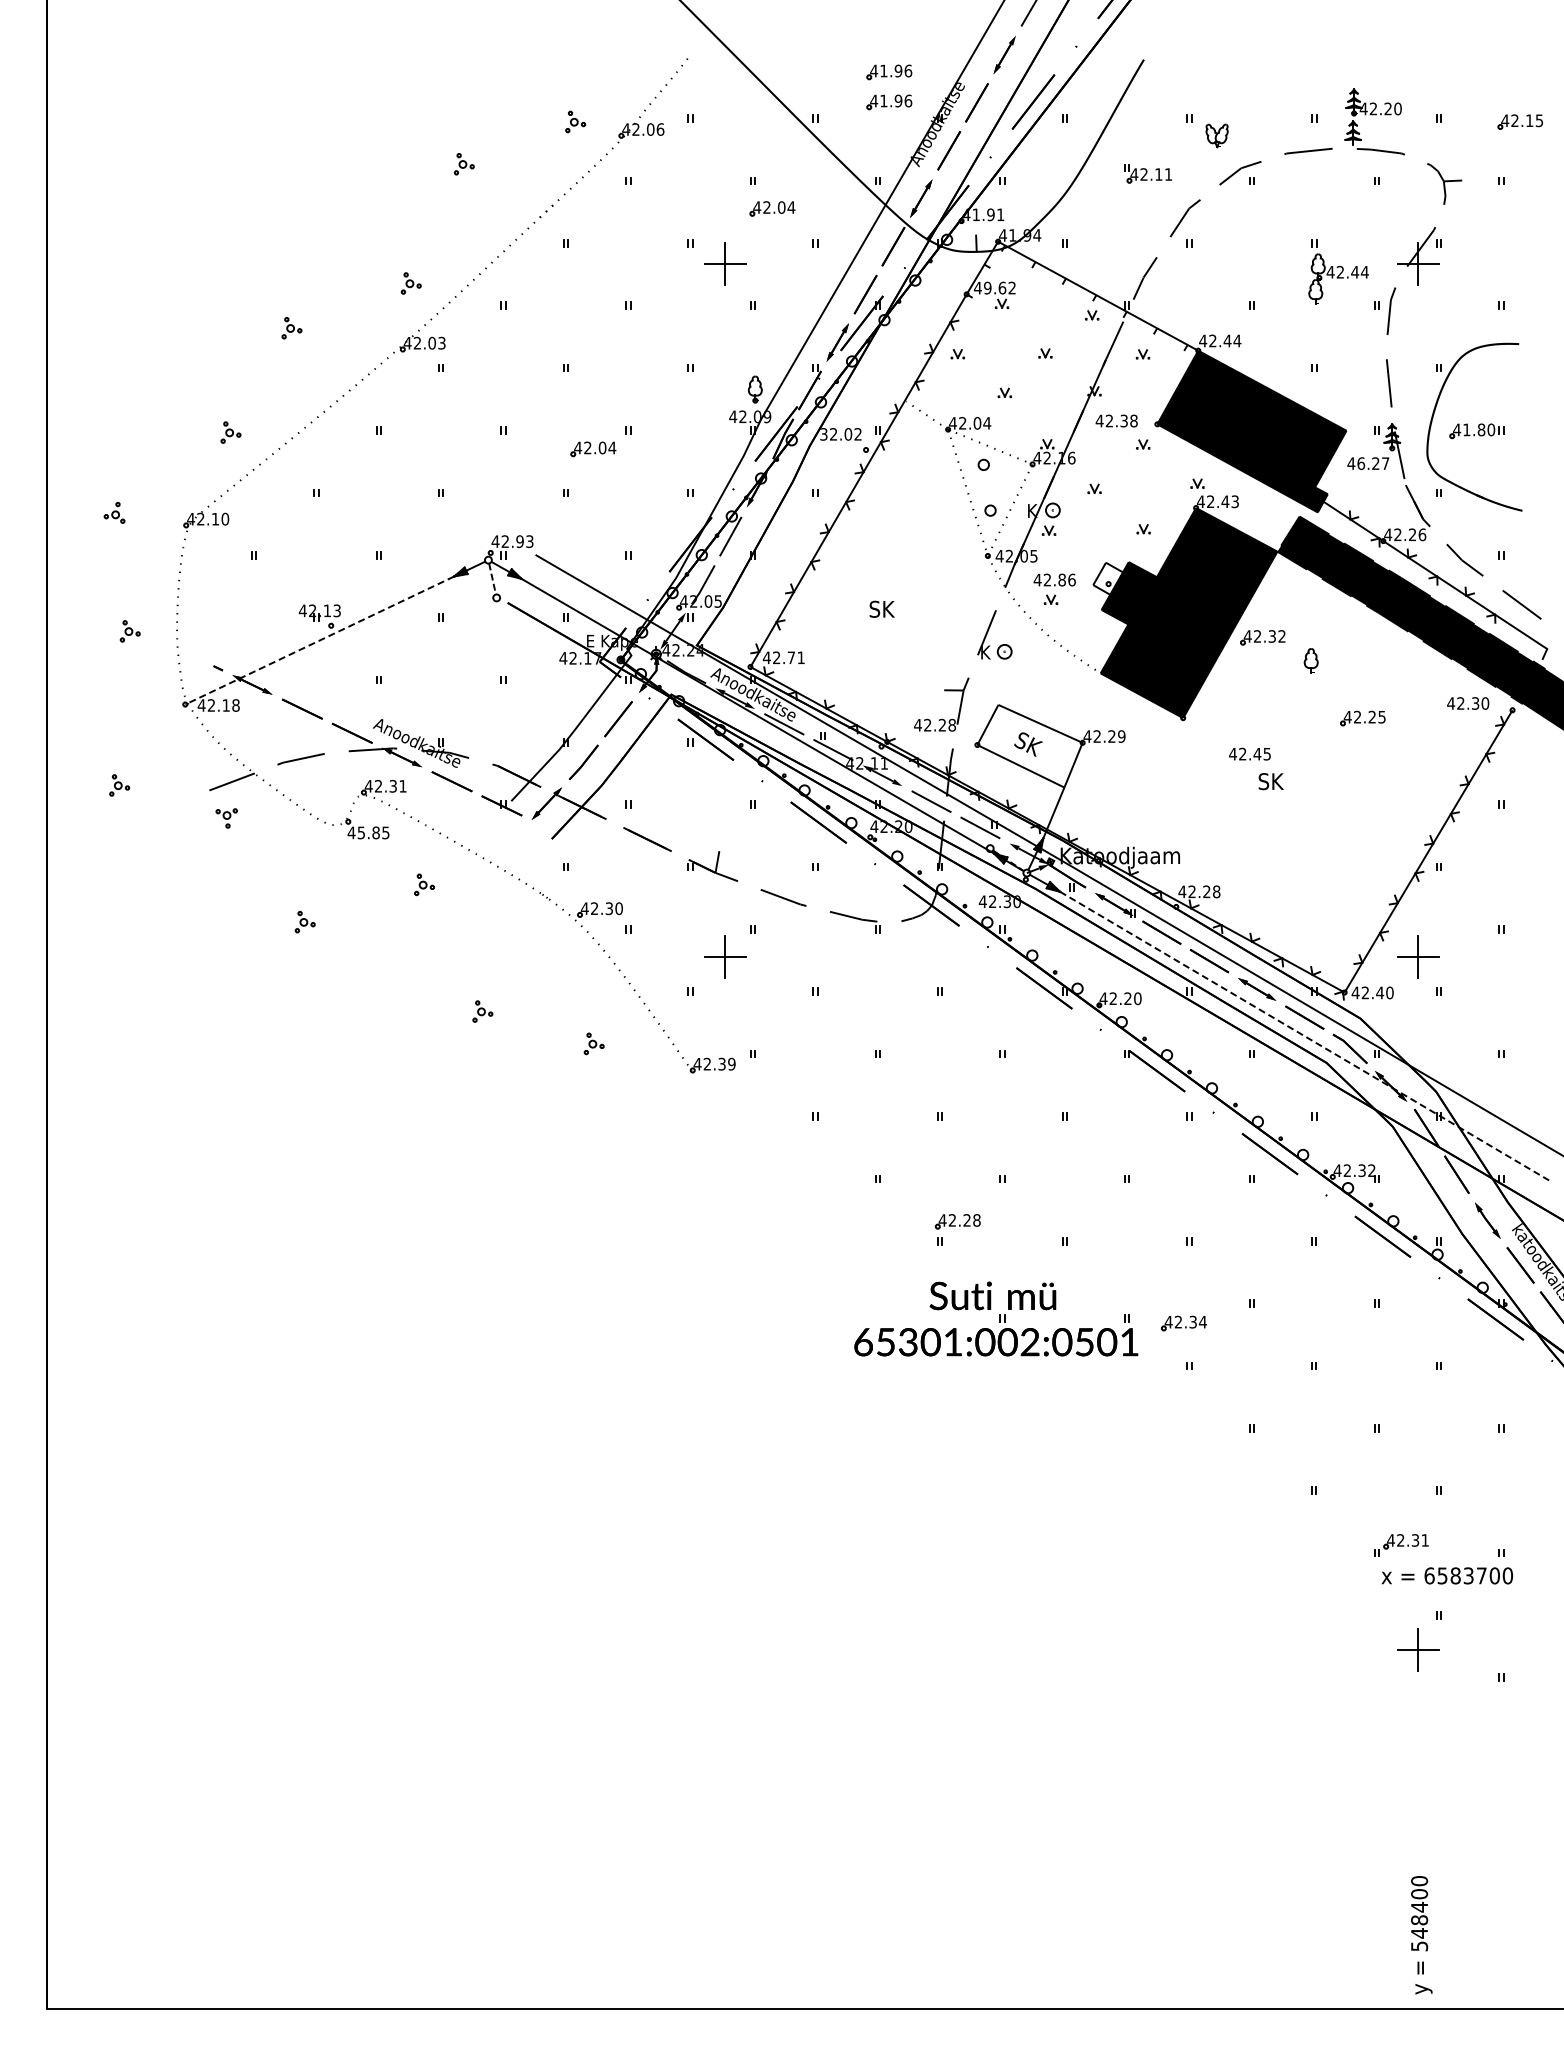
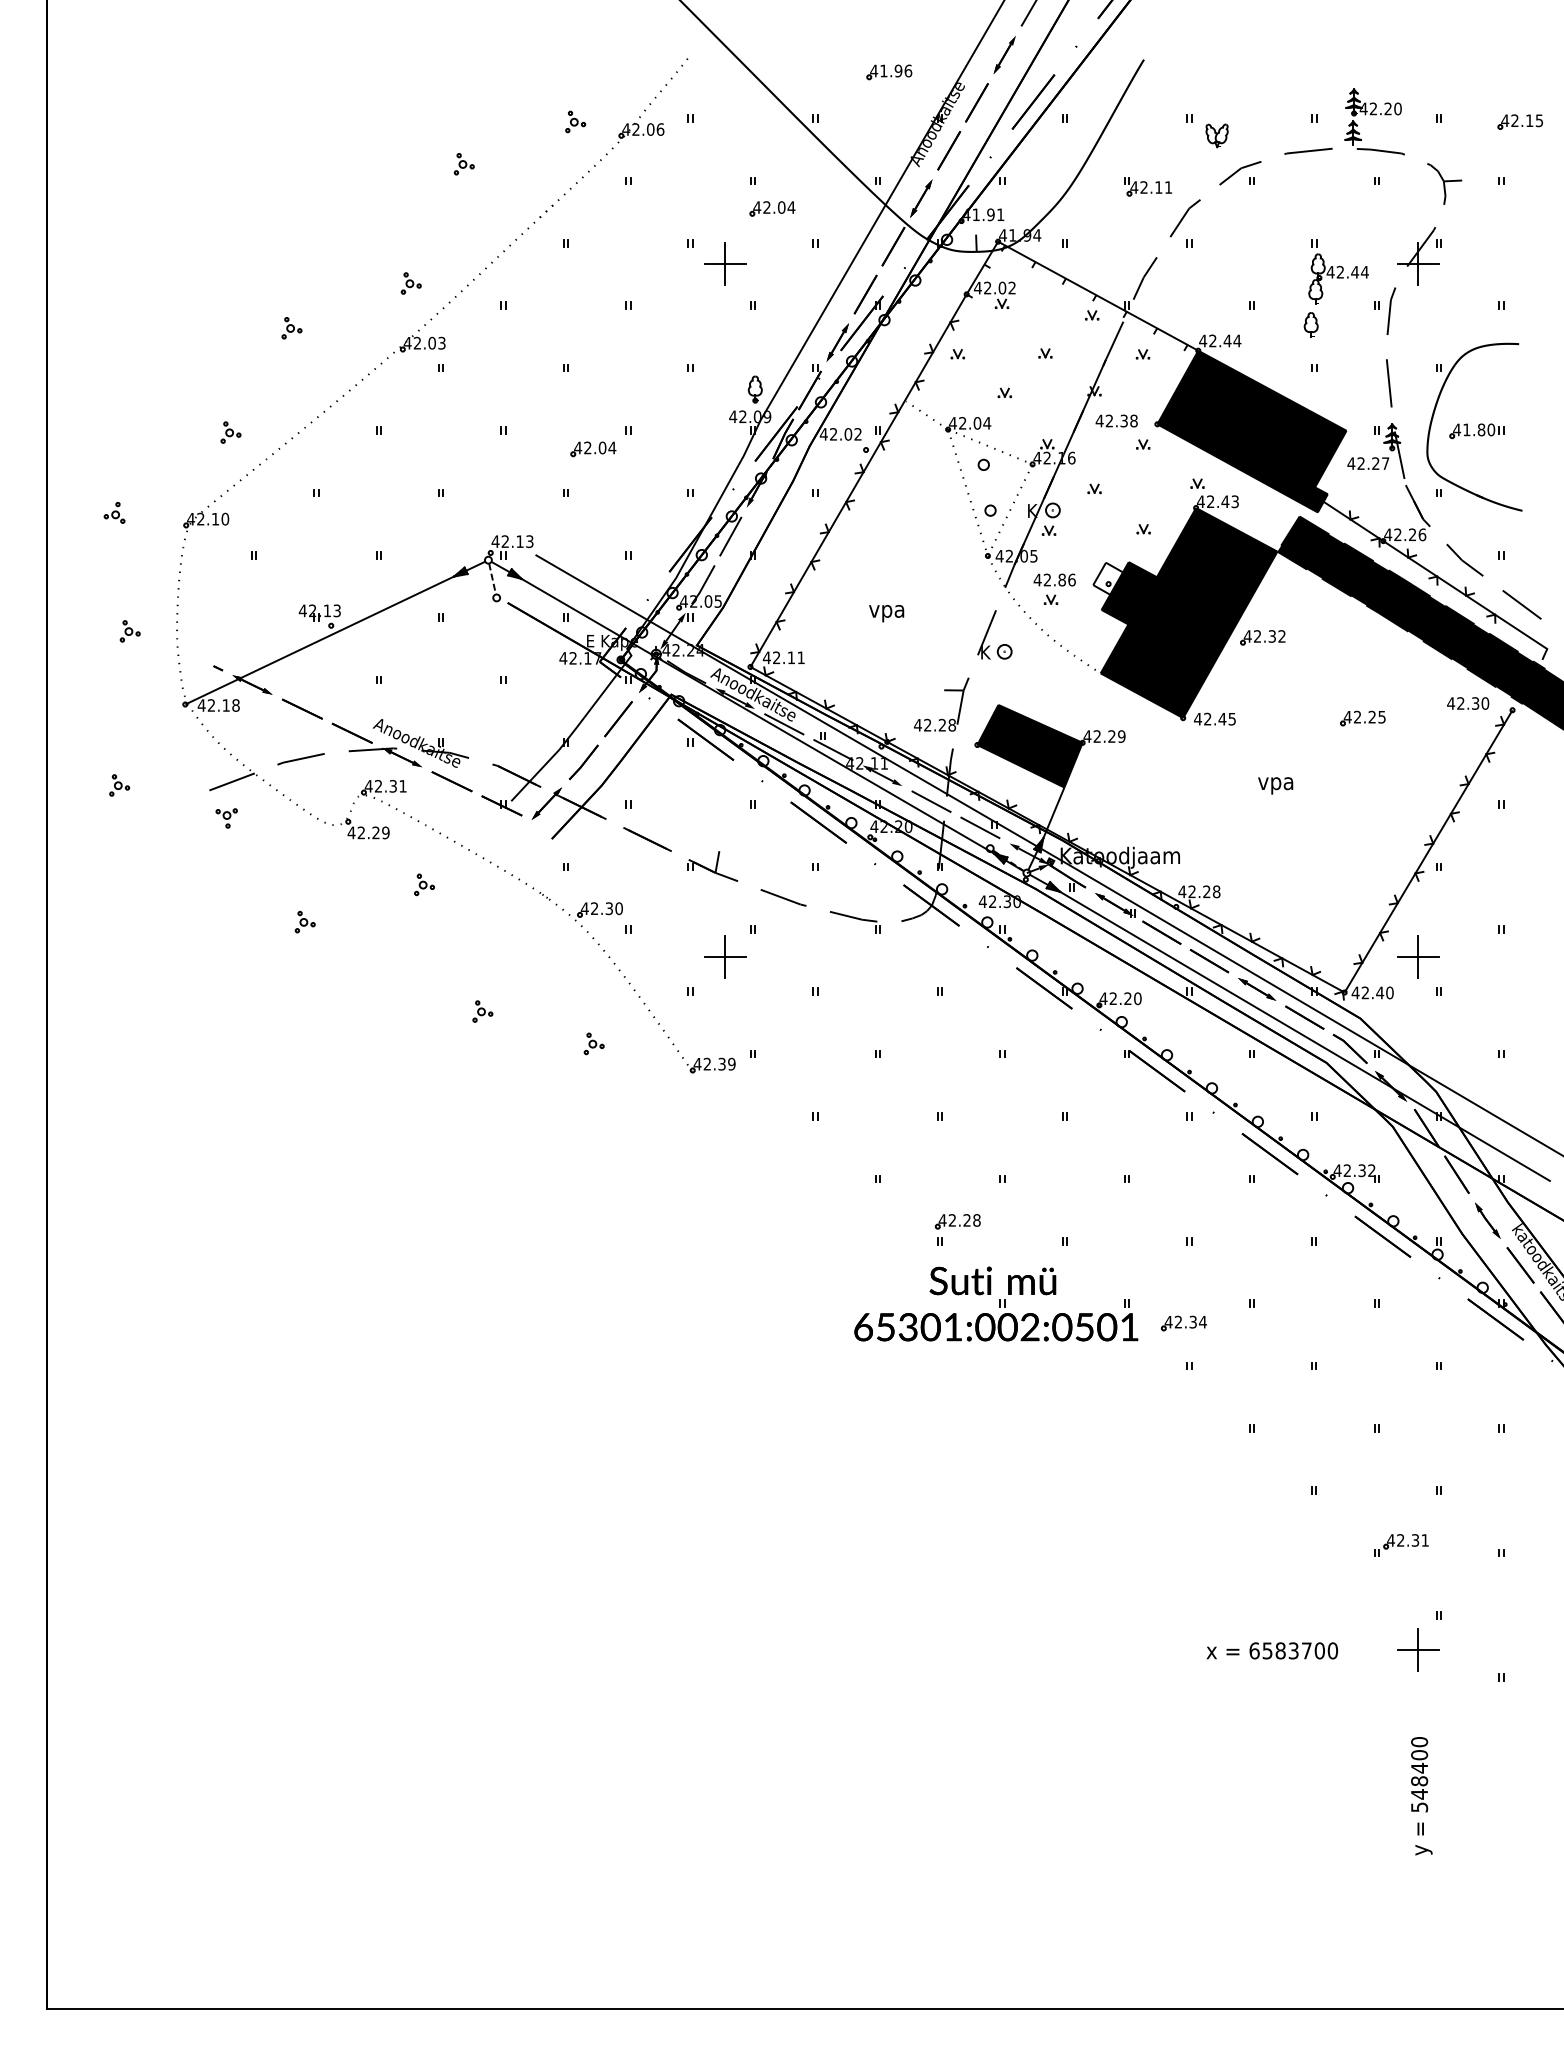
part at (889, 102): present -> none
part at (1147, 173) position: (1147, 173) -> (1147, 186)
text at (995, 287): 49.62 -> 42.02
text at (823, 434): 32.02 -> 42.02
text at (1361, 463): 46.27 -> 42.27
text at (519, 541): 42.93 -> 42.13
text at (886, 611): SK -> vpa
line at (319, 640): dashed -> solid
text at (790, 657): 42.71 -> 42.11
part at (1310, 660) position: (1310, 660) -> (1310, 324)
fill at (1029, 745): none -> present
text at (1249, 753) position: (1249, 753) -> (1214, 718)
text at (1275, 783): SK -> vpa
text at (373, 832): 45.85 -> 42.29
line at (1305, 1036): dashed -> solid
part at (996, 1318) position: (996, 1318) -> (996, 1303)
text at (1446, 1575) position: (1446, 1575) -> (1271, 1650)
text at (1421, 1935) position: (1421, 1935) -> (1421, 1796)
